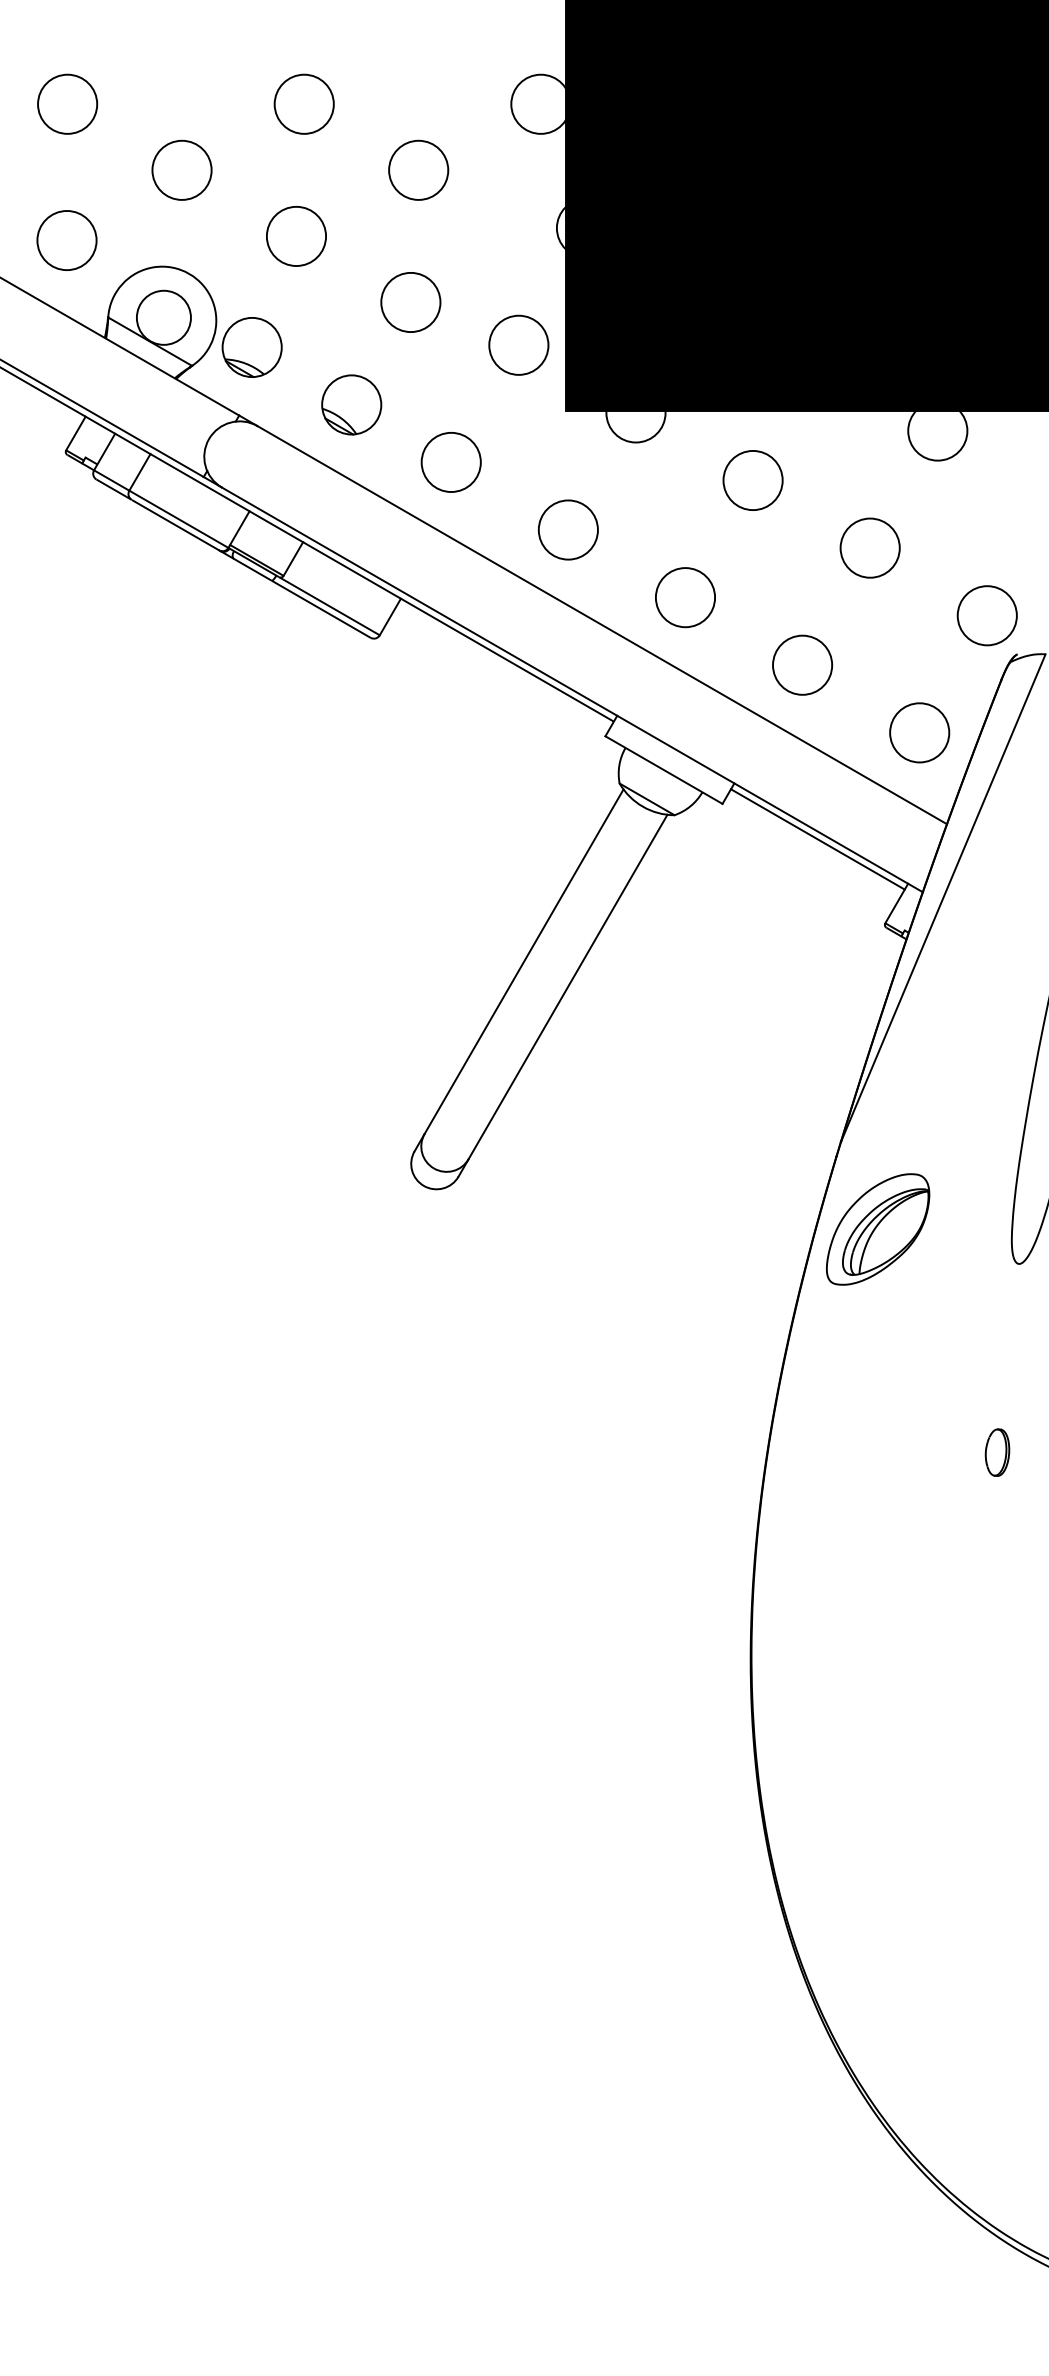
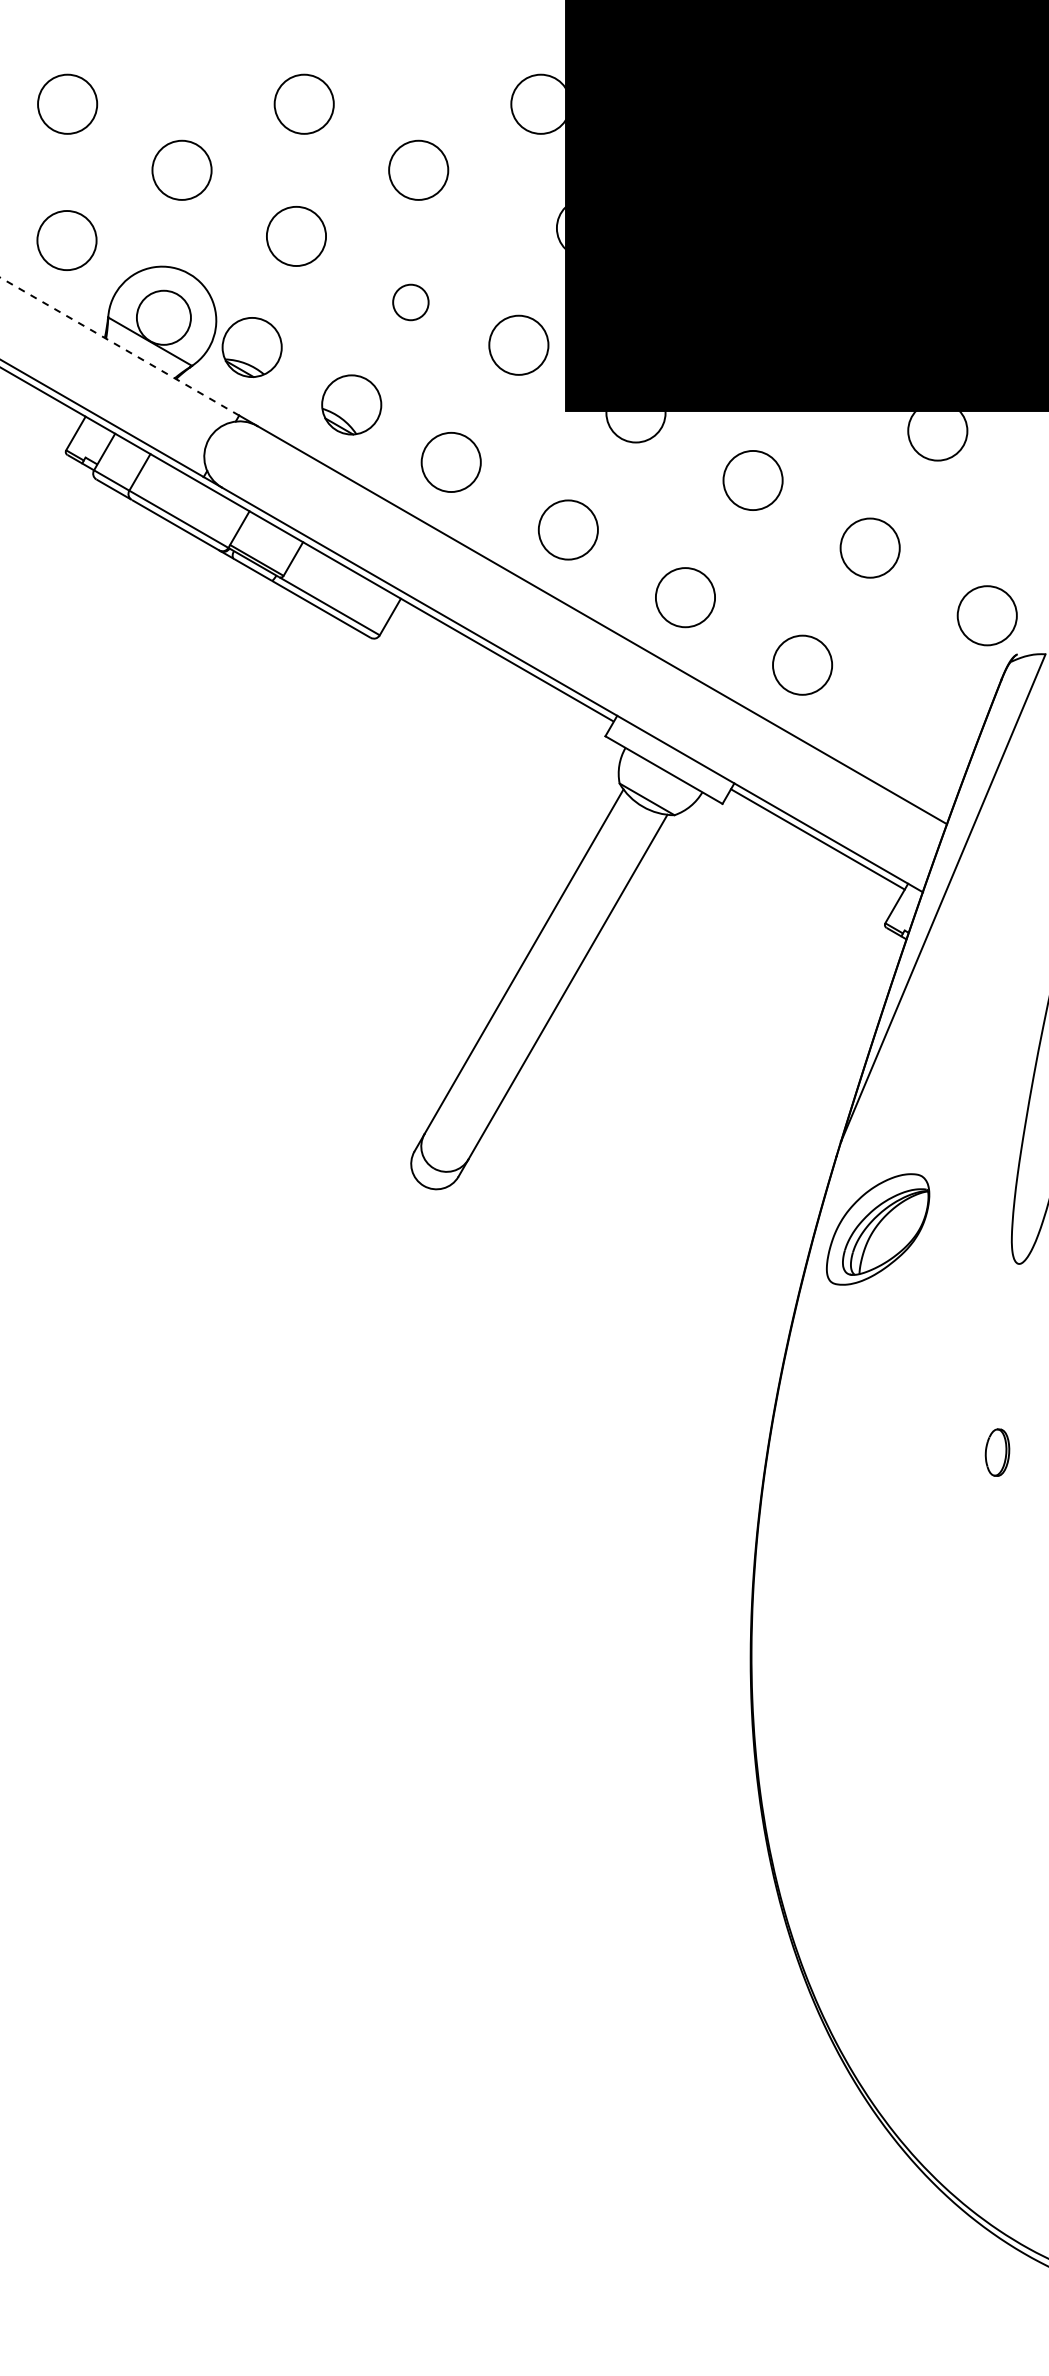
circle at (410, 302) diameter: 59 px -> 35 px
line at (119, 346): solid -> dashed
circle at (919, 732): present -> none
